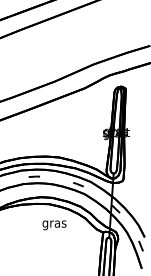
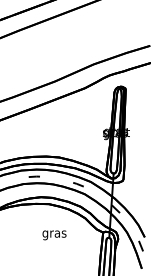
text at (54, 225) position: (54, 225) -> (54, 235)
